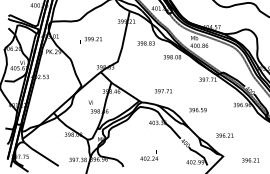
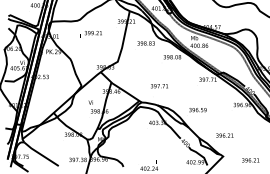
text at (90, 40) position: (90, 40) -> (90, 34)
text at (163, 91) position: (163, 91) -> (159, 86)
text at (148, 155) position: (148, 155) -> (148, 165)
